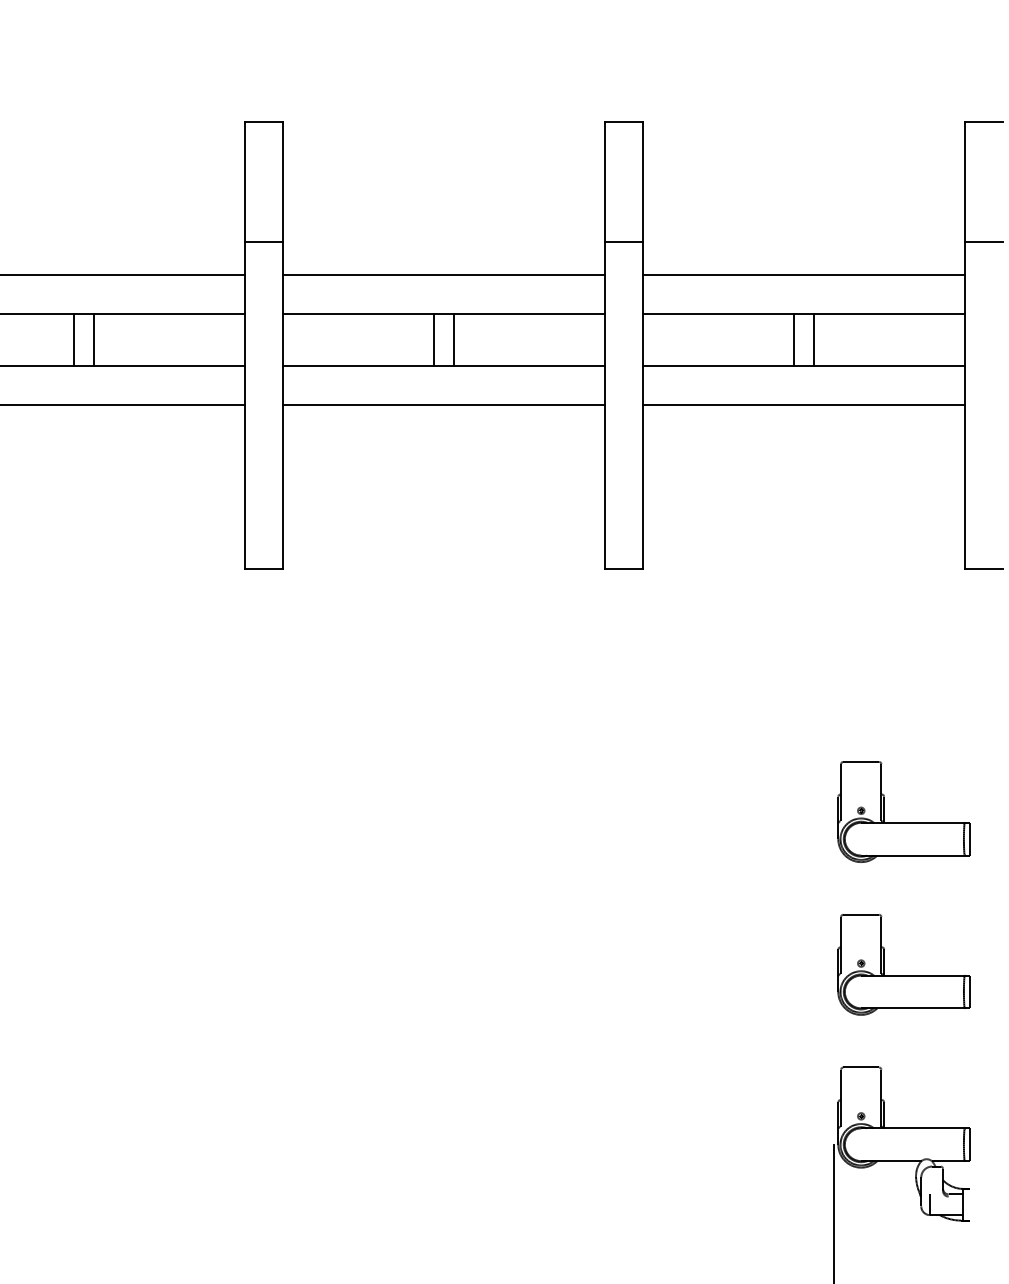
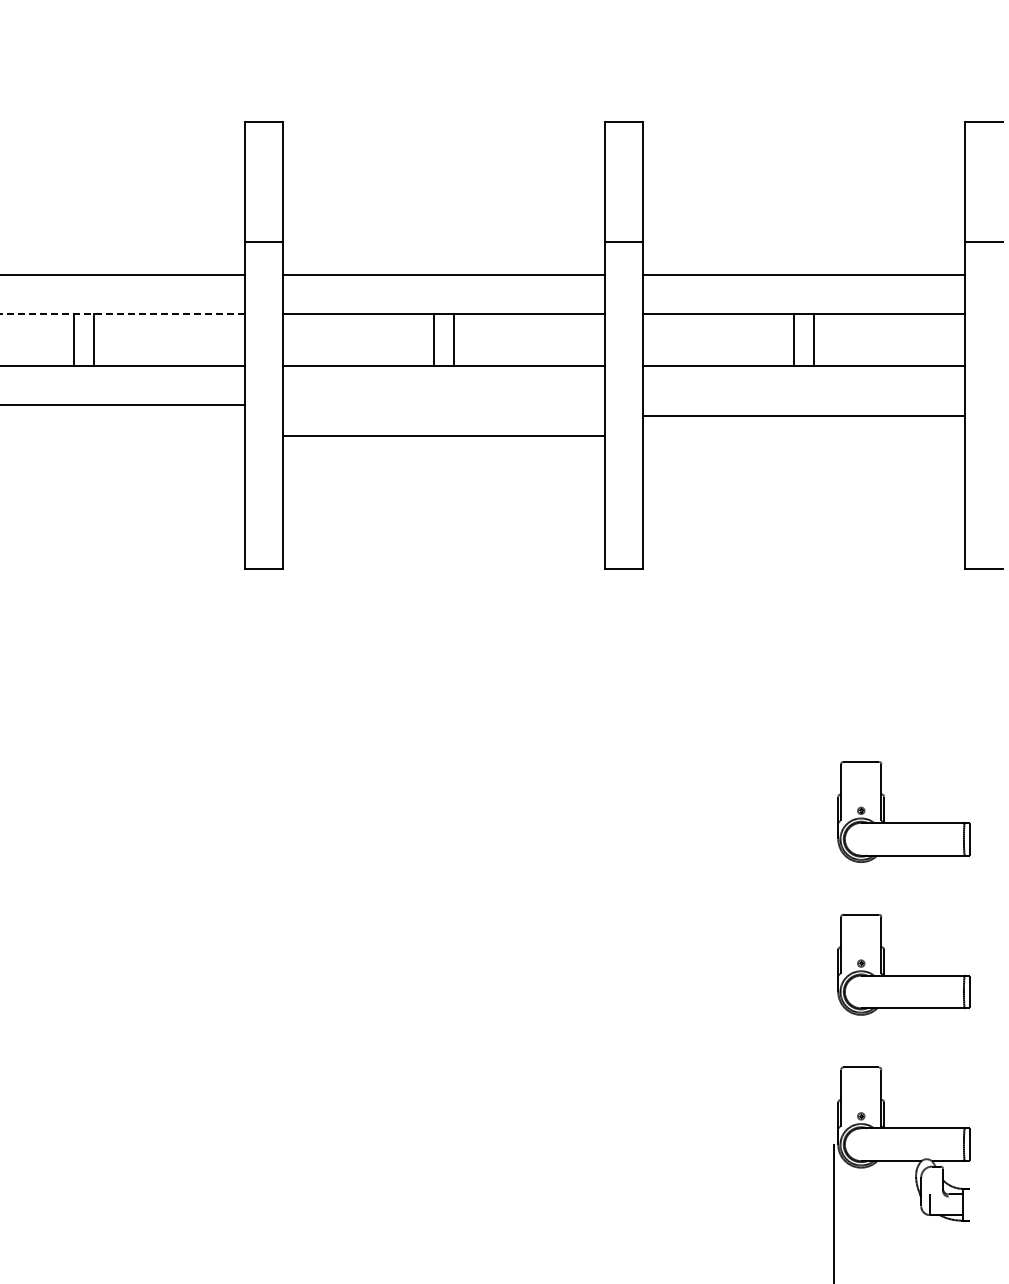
line at (122, 313): solid -> dashed
line at (443, 405) position: (443, 405) -> (443, 436)
line at (803, 405) position: (803, 405) -> (803, 416)
